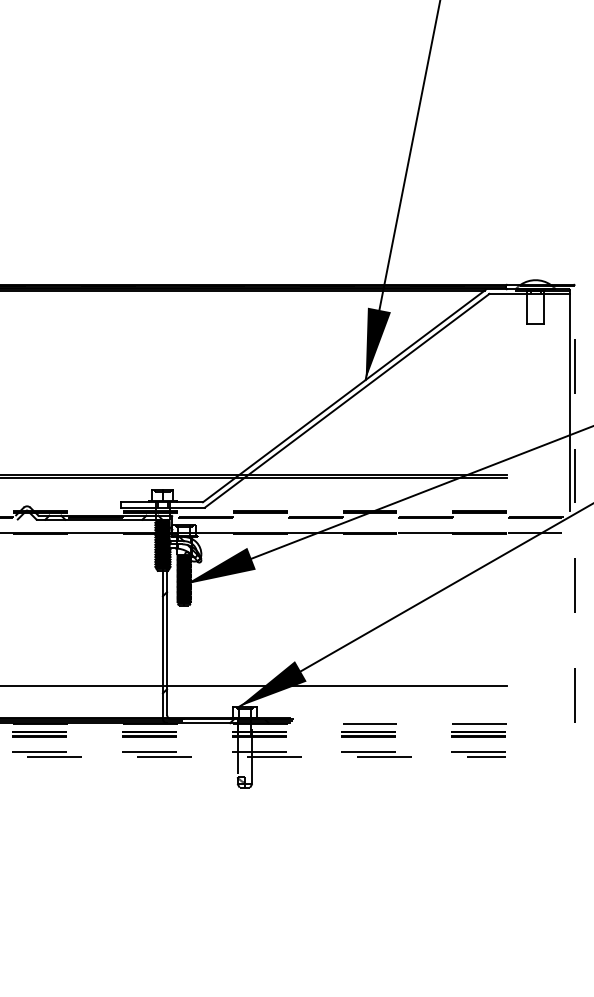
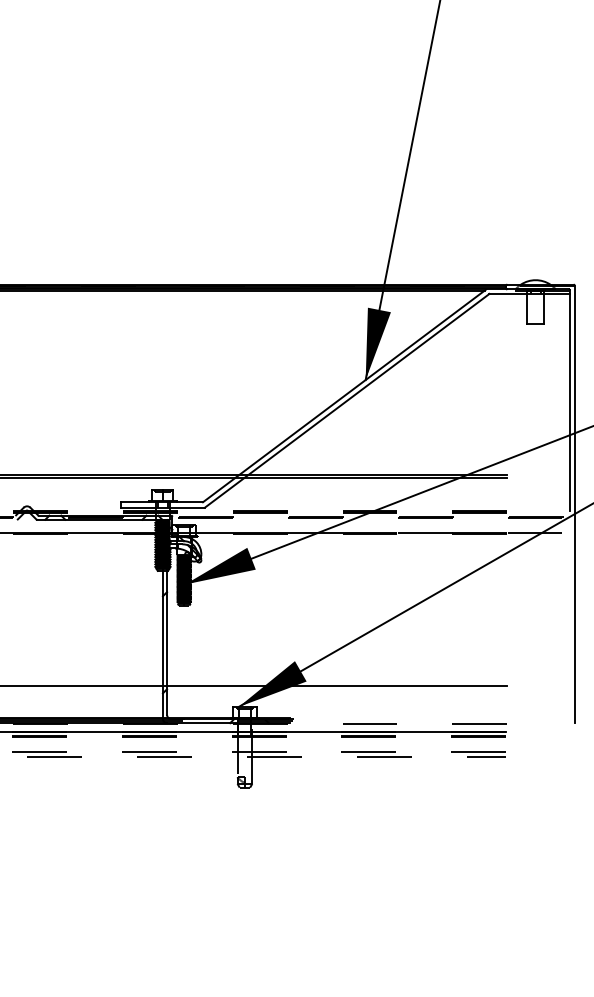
line at (574, 504): dashed -> solid
line at (253, 731): dashed -> solid
